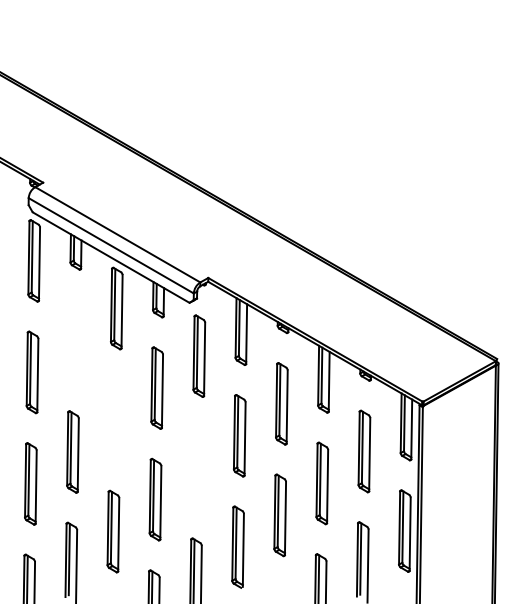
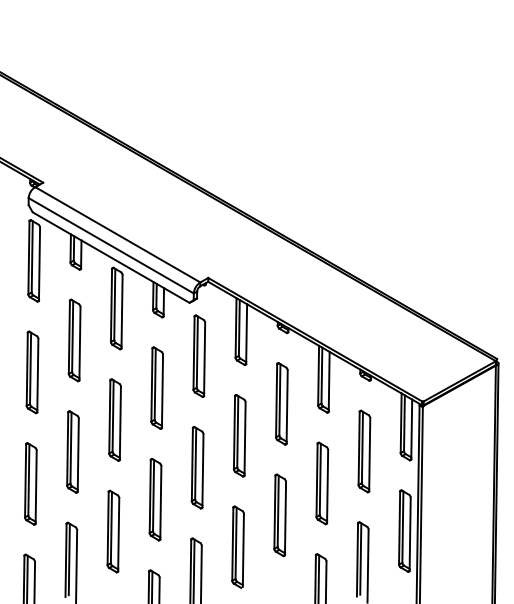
part at (74, 340): none -> present
part at (114, 419): none -> present
part at (197, 467): none -> present
